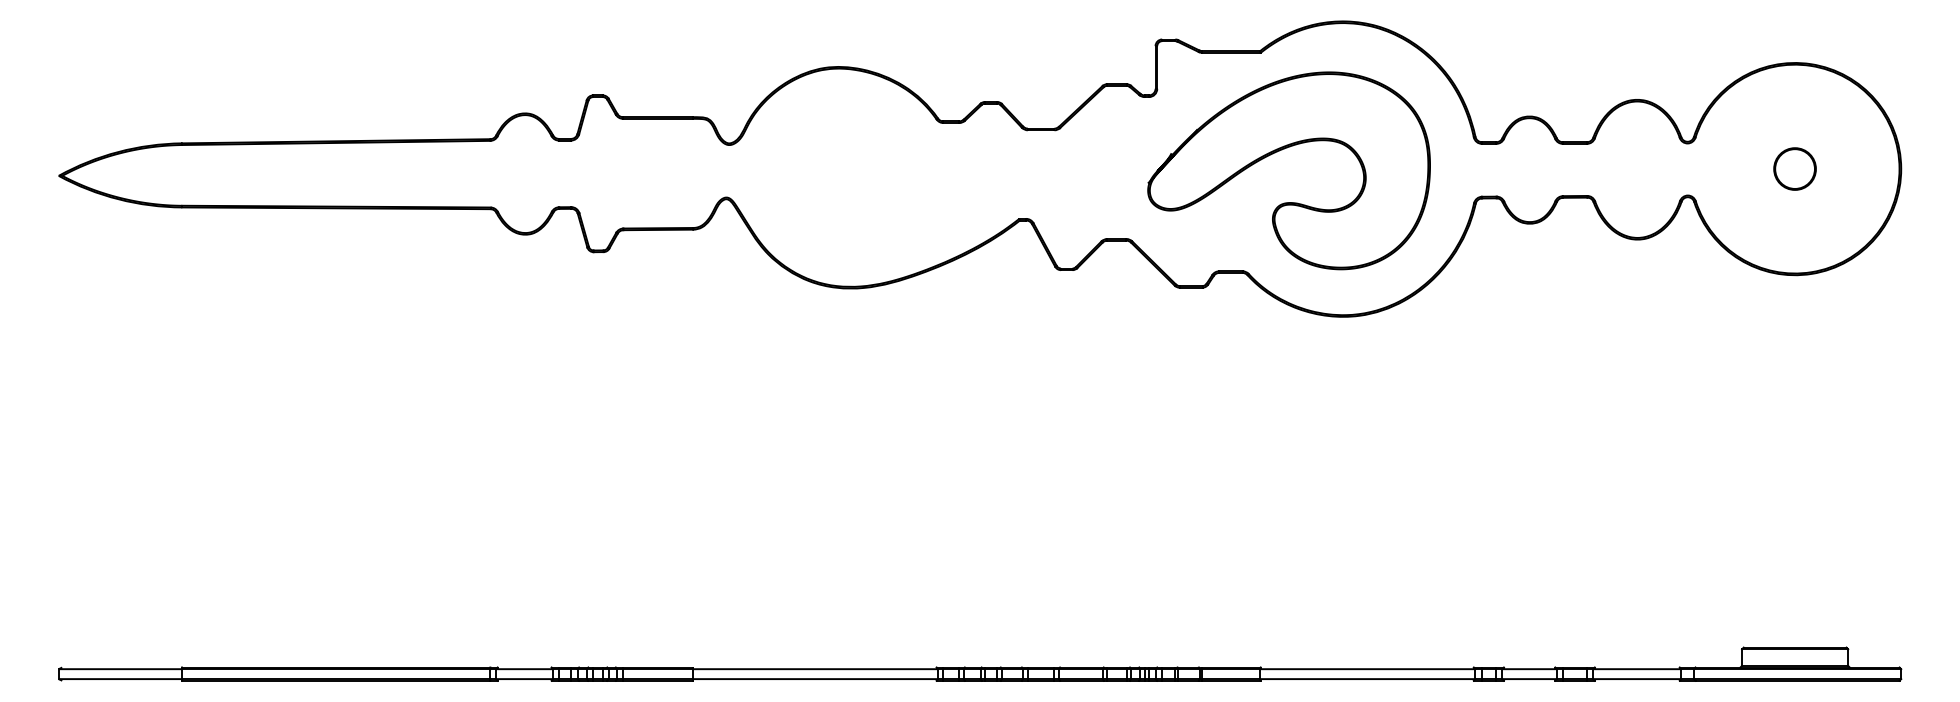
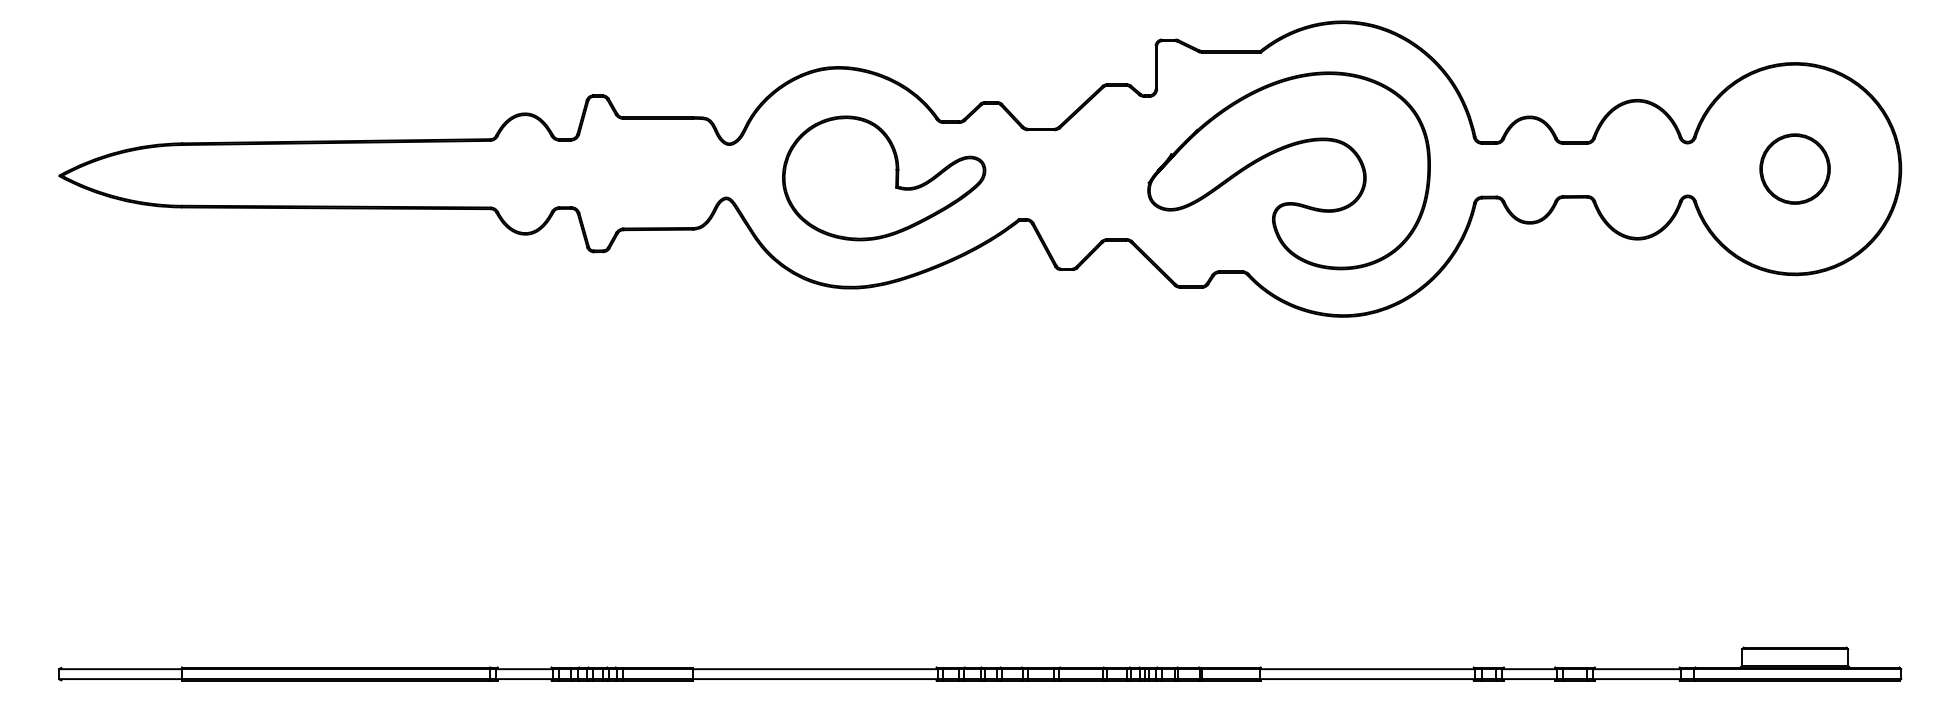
part at (1794, 168) size: 44x44 px -> 72x72 px
part at (884, 178): none -> present
